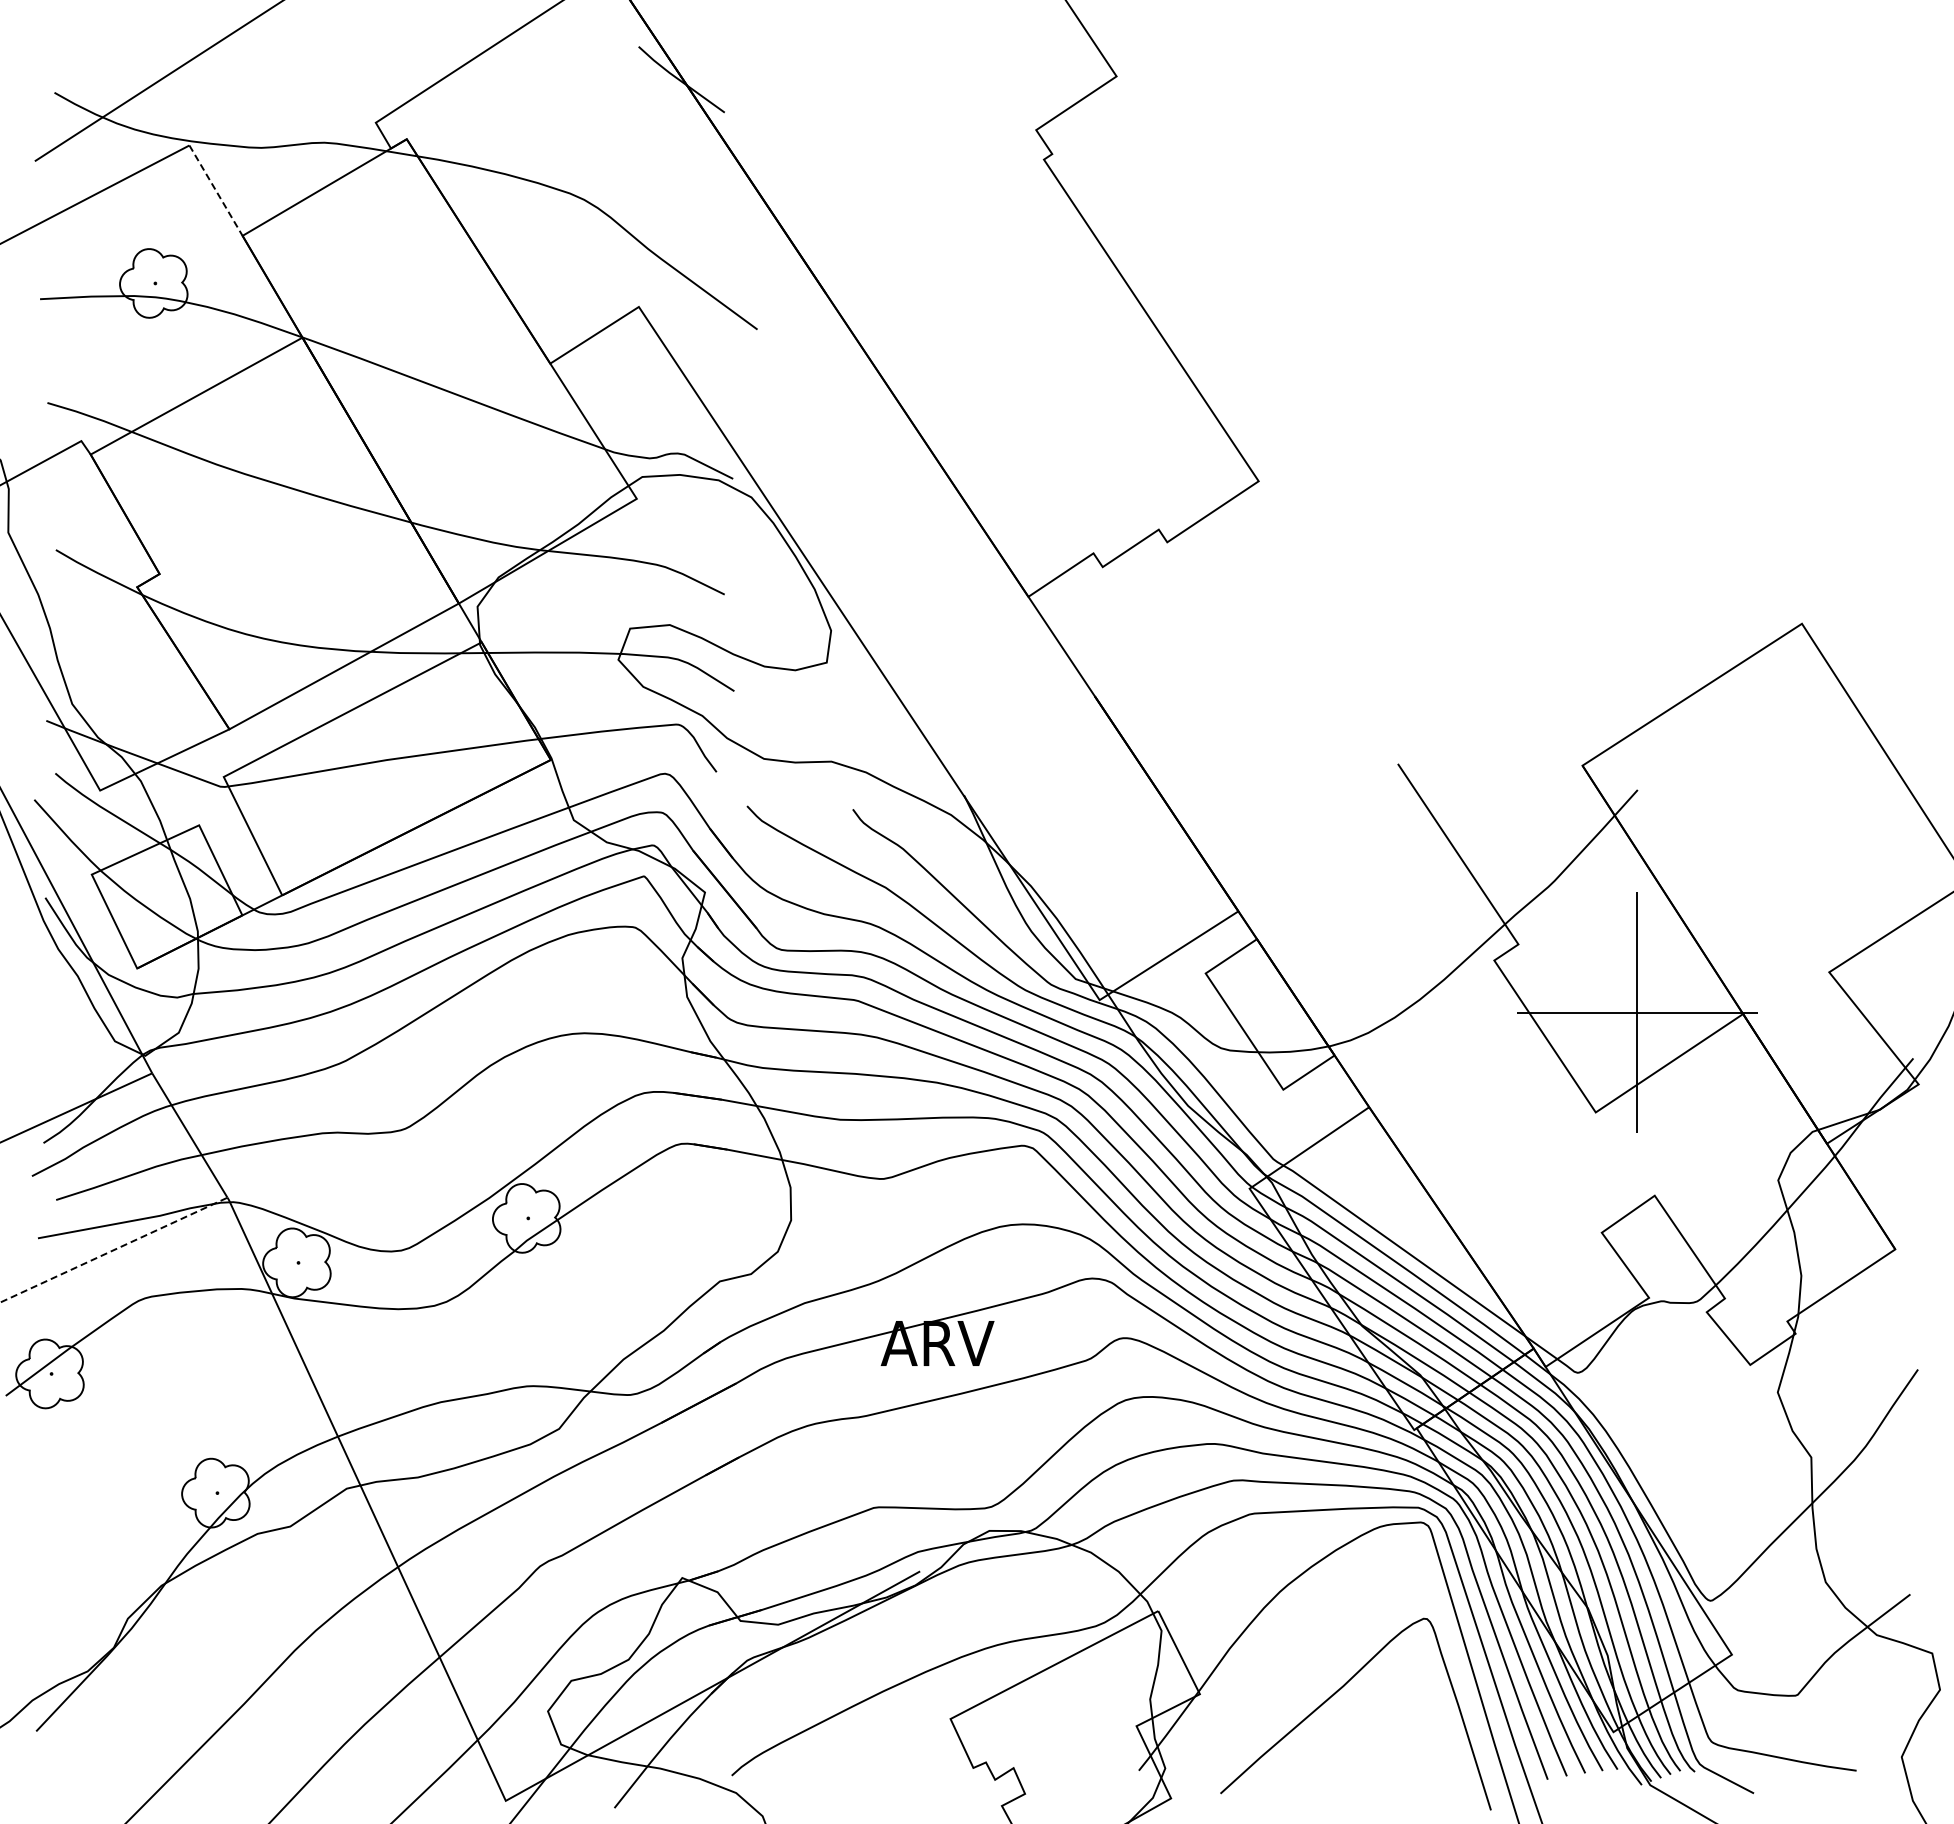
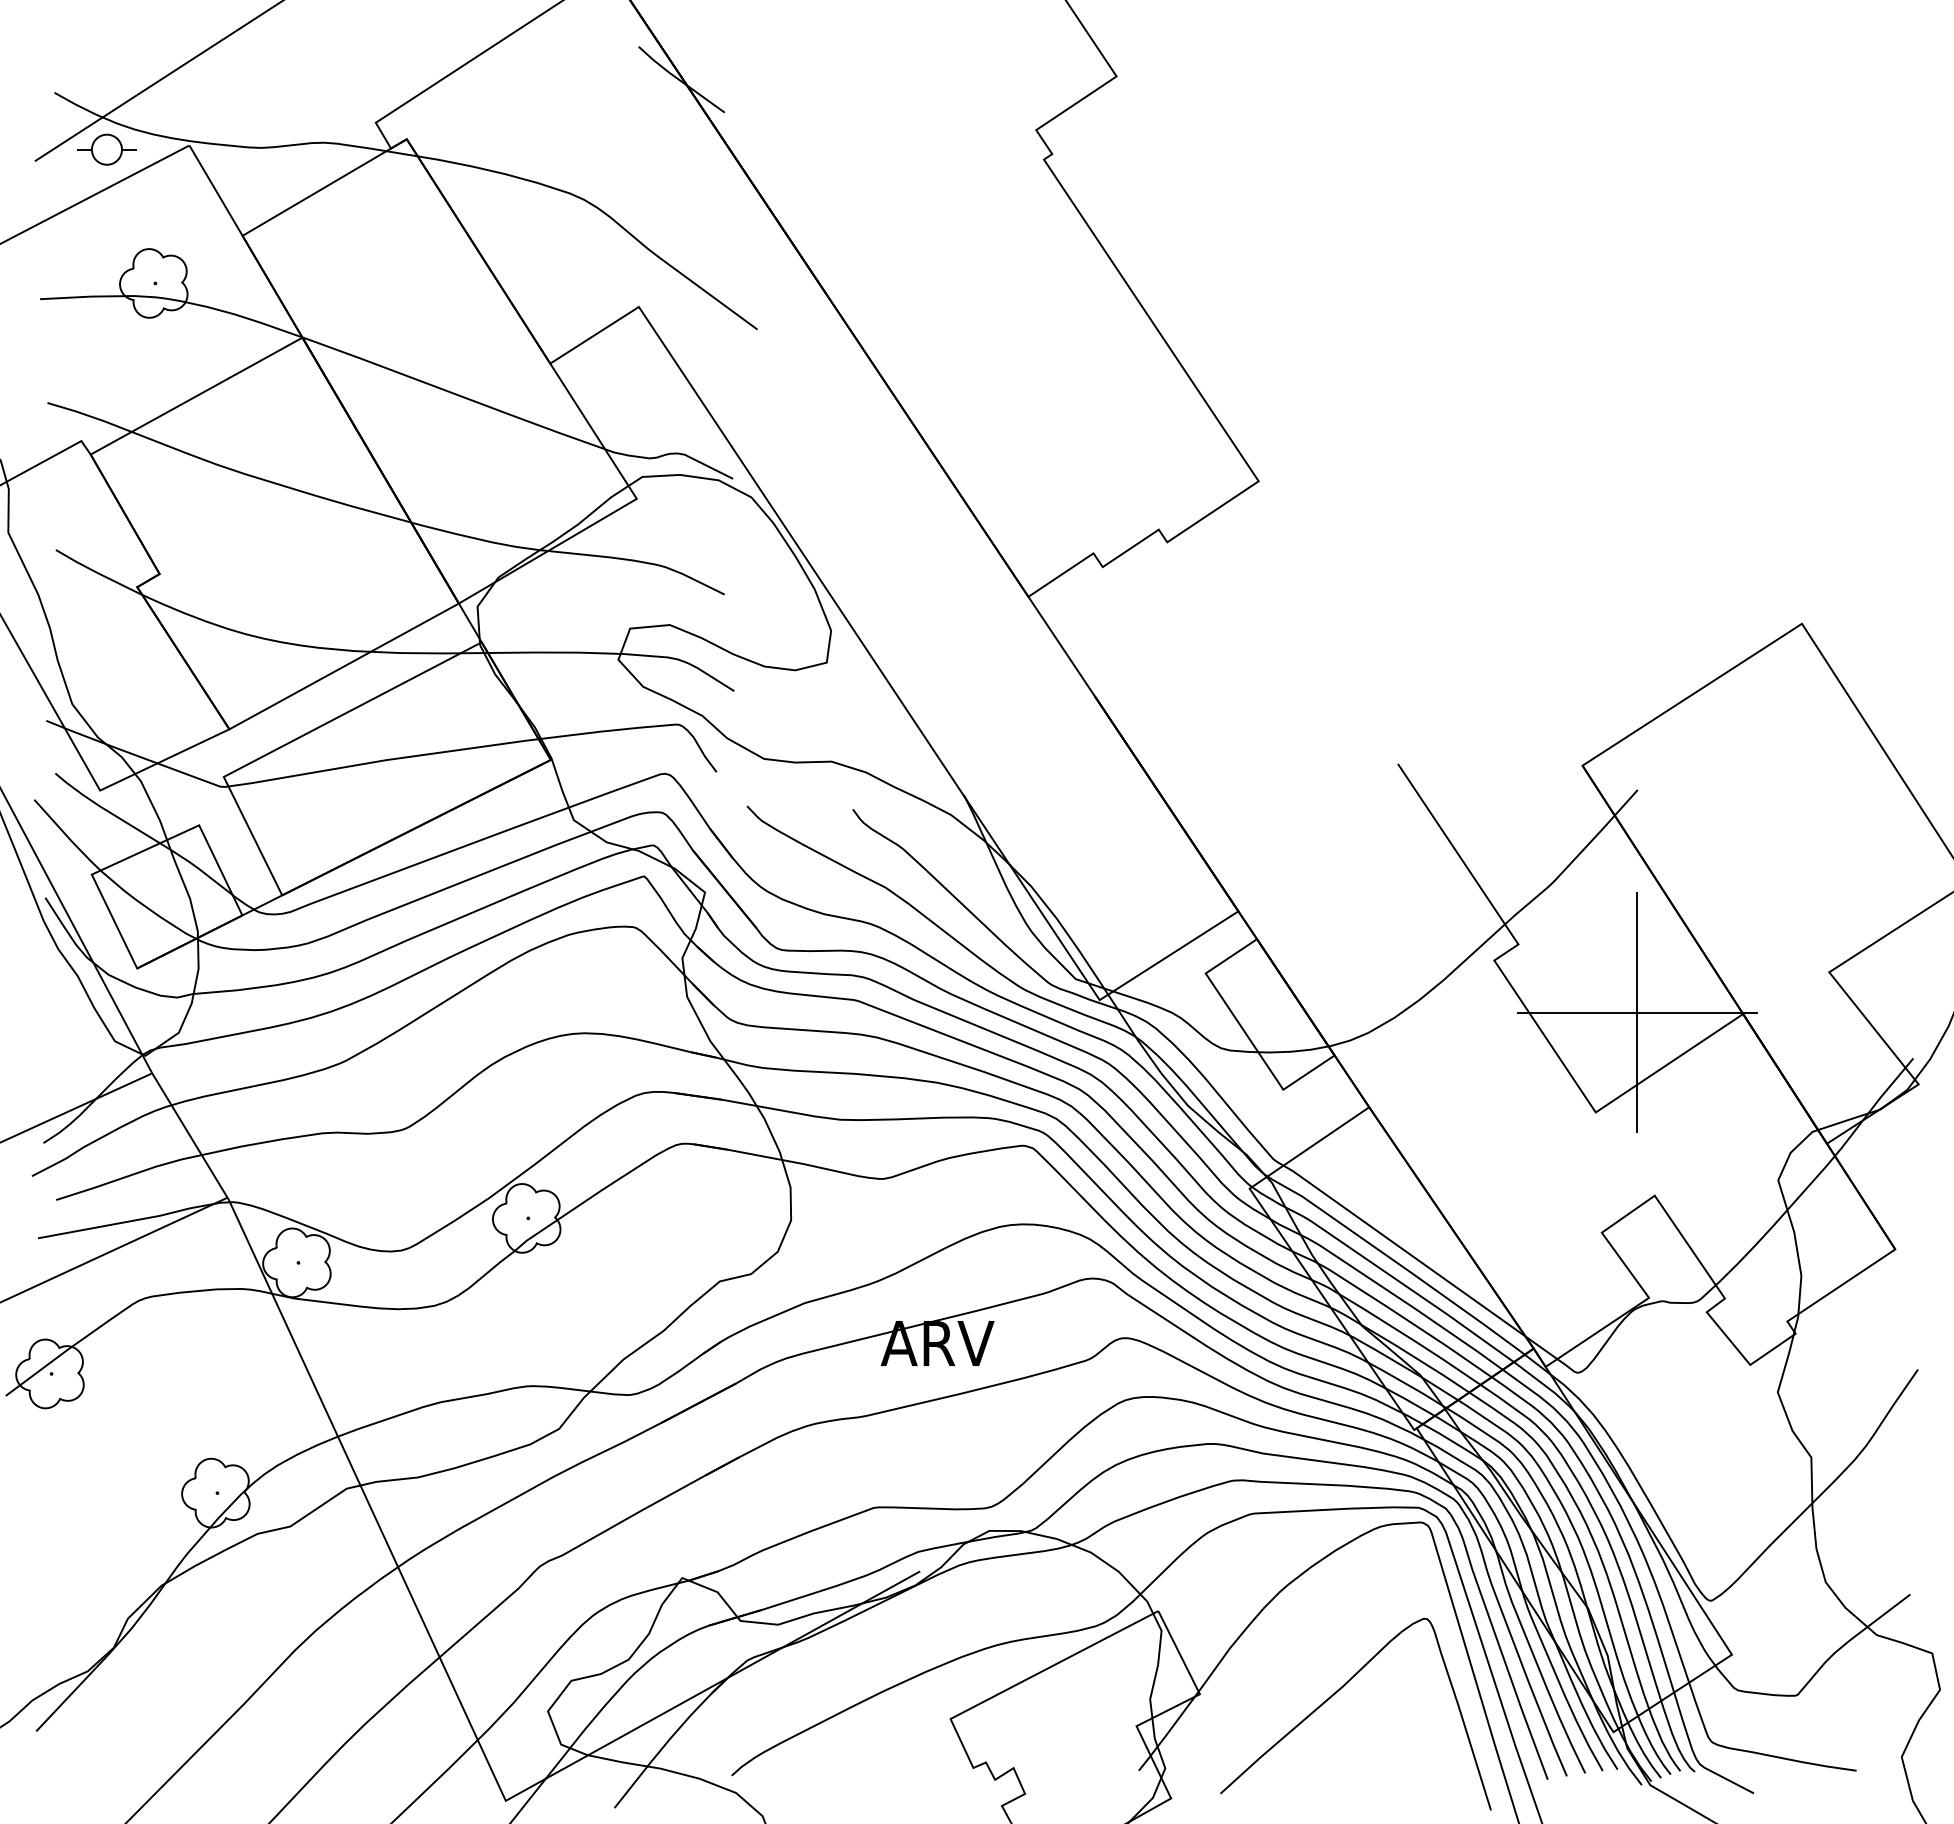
part at (106, 149): none -> present
line at (216, 191): dashed -> solid
line at (114, 1249): dashed -> solid
